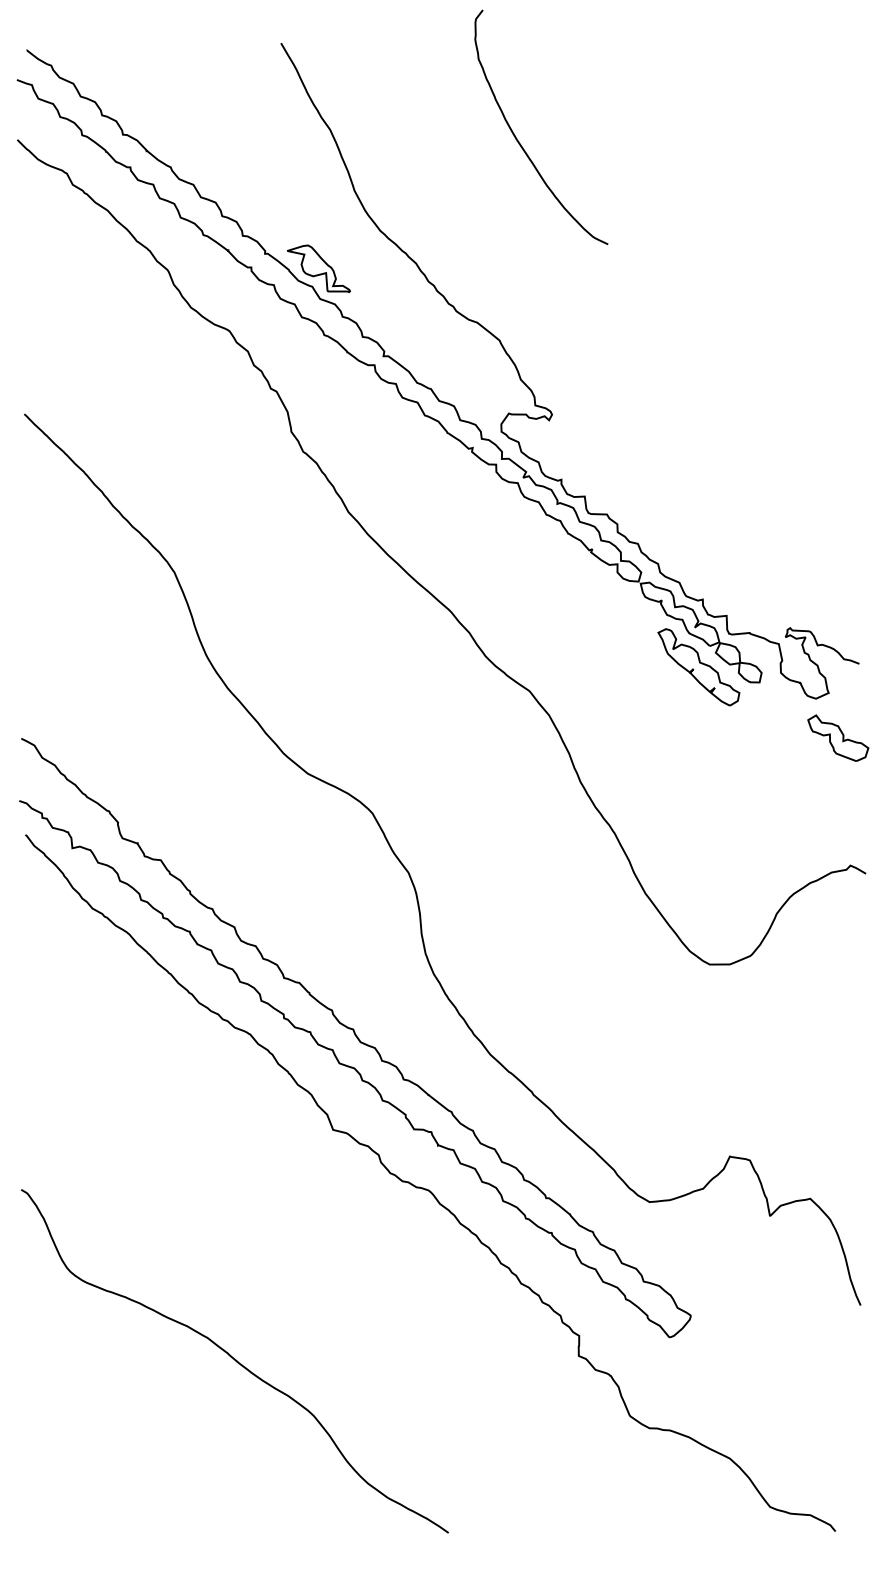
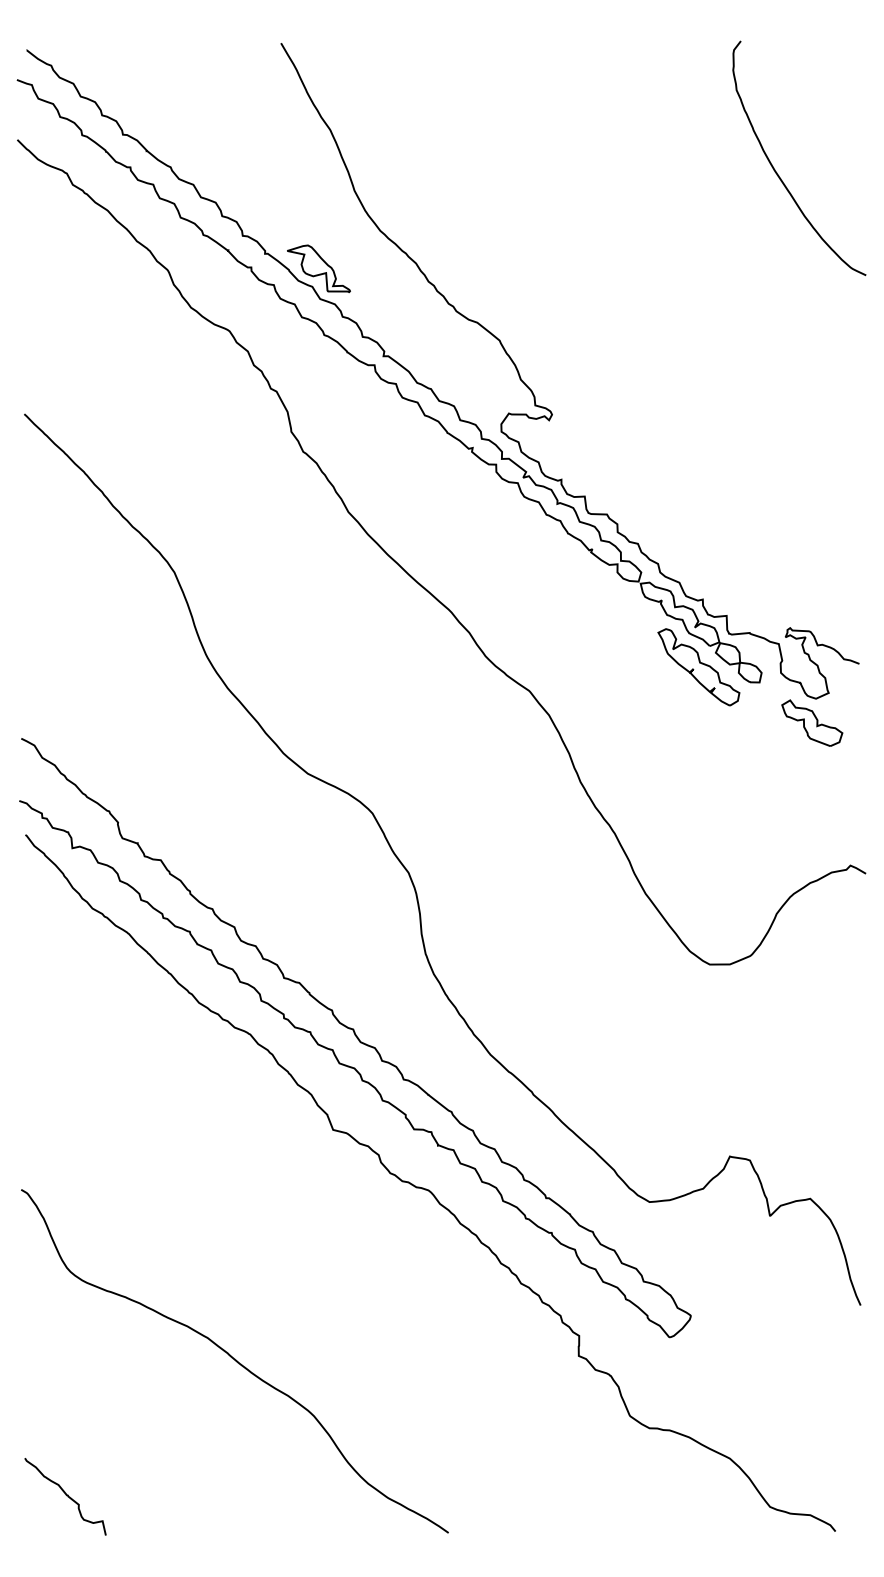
curve at (519, 141) position: (519, 141) -> (777, 172)
part at (838, 737) position: (838, 737) -> (812, 722)
curve at (65, 1495): none -> present
